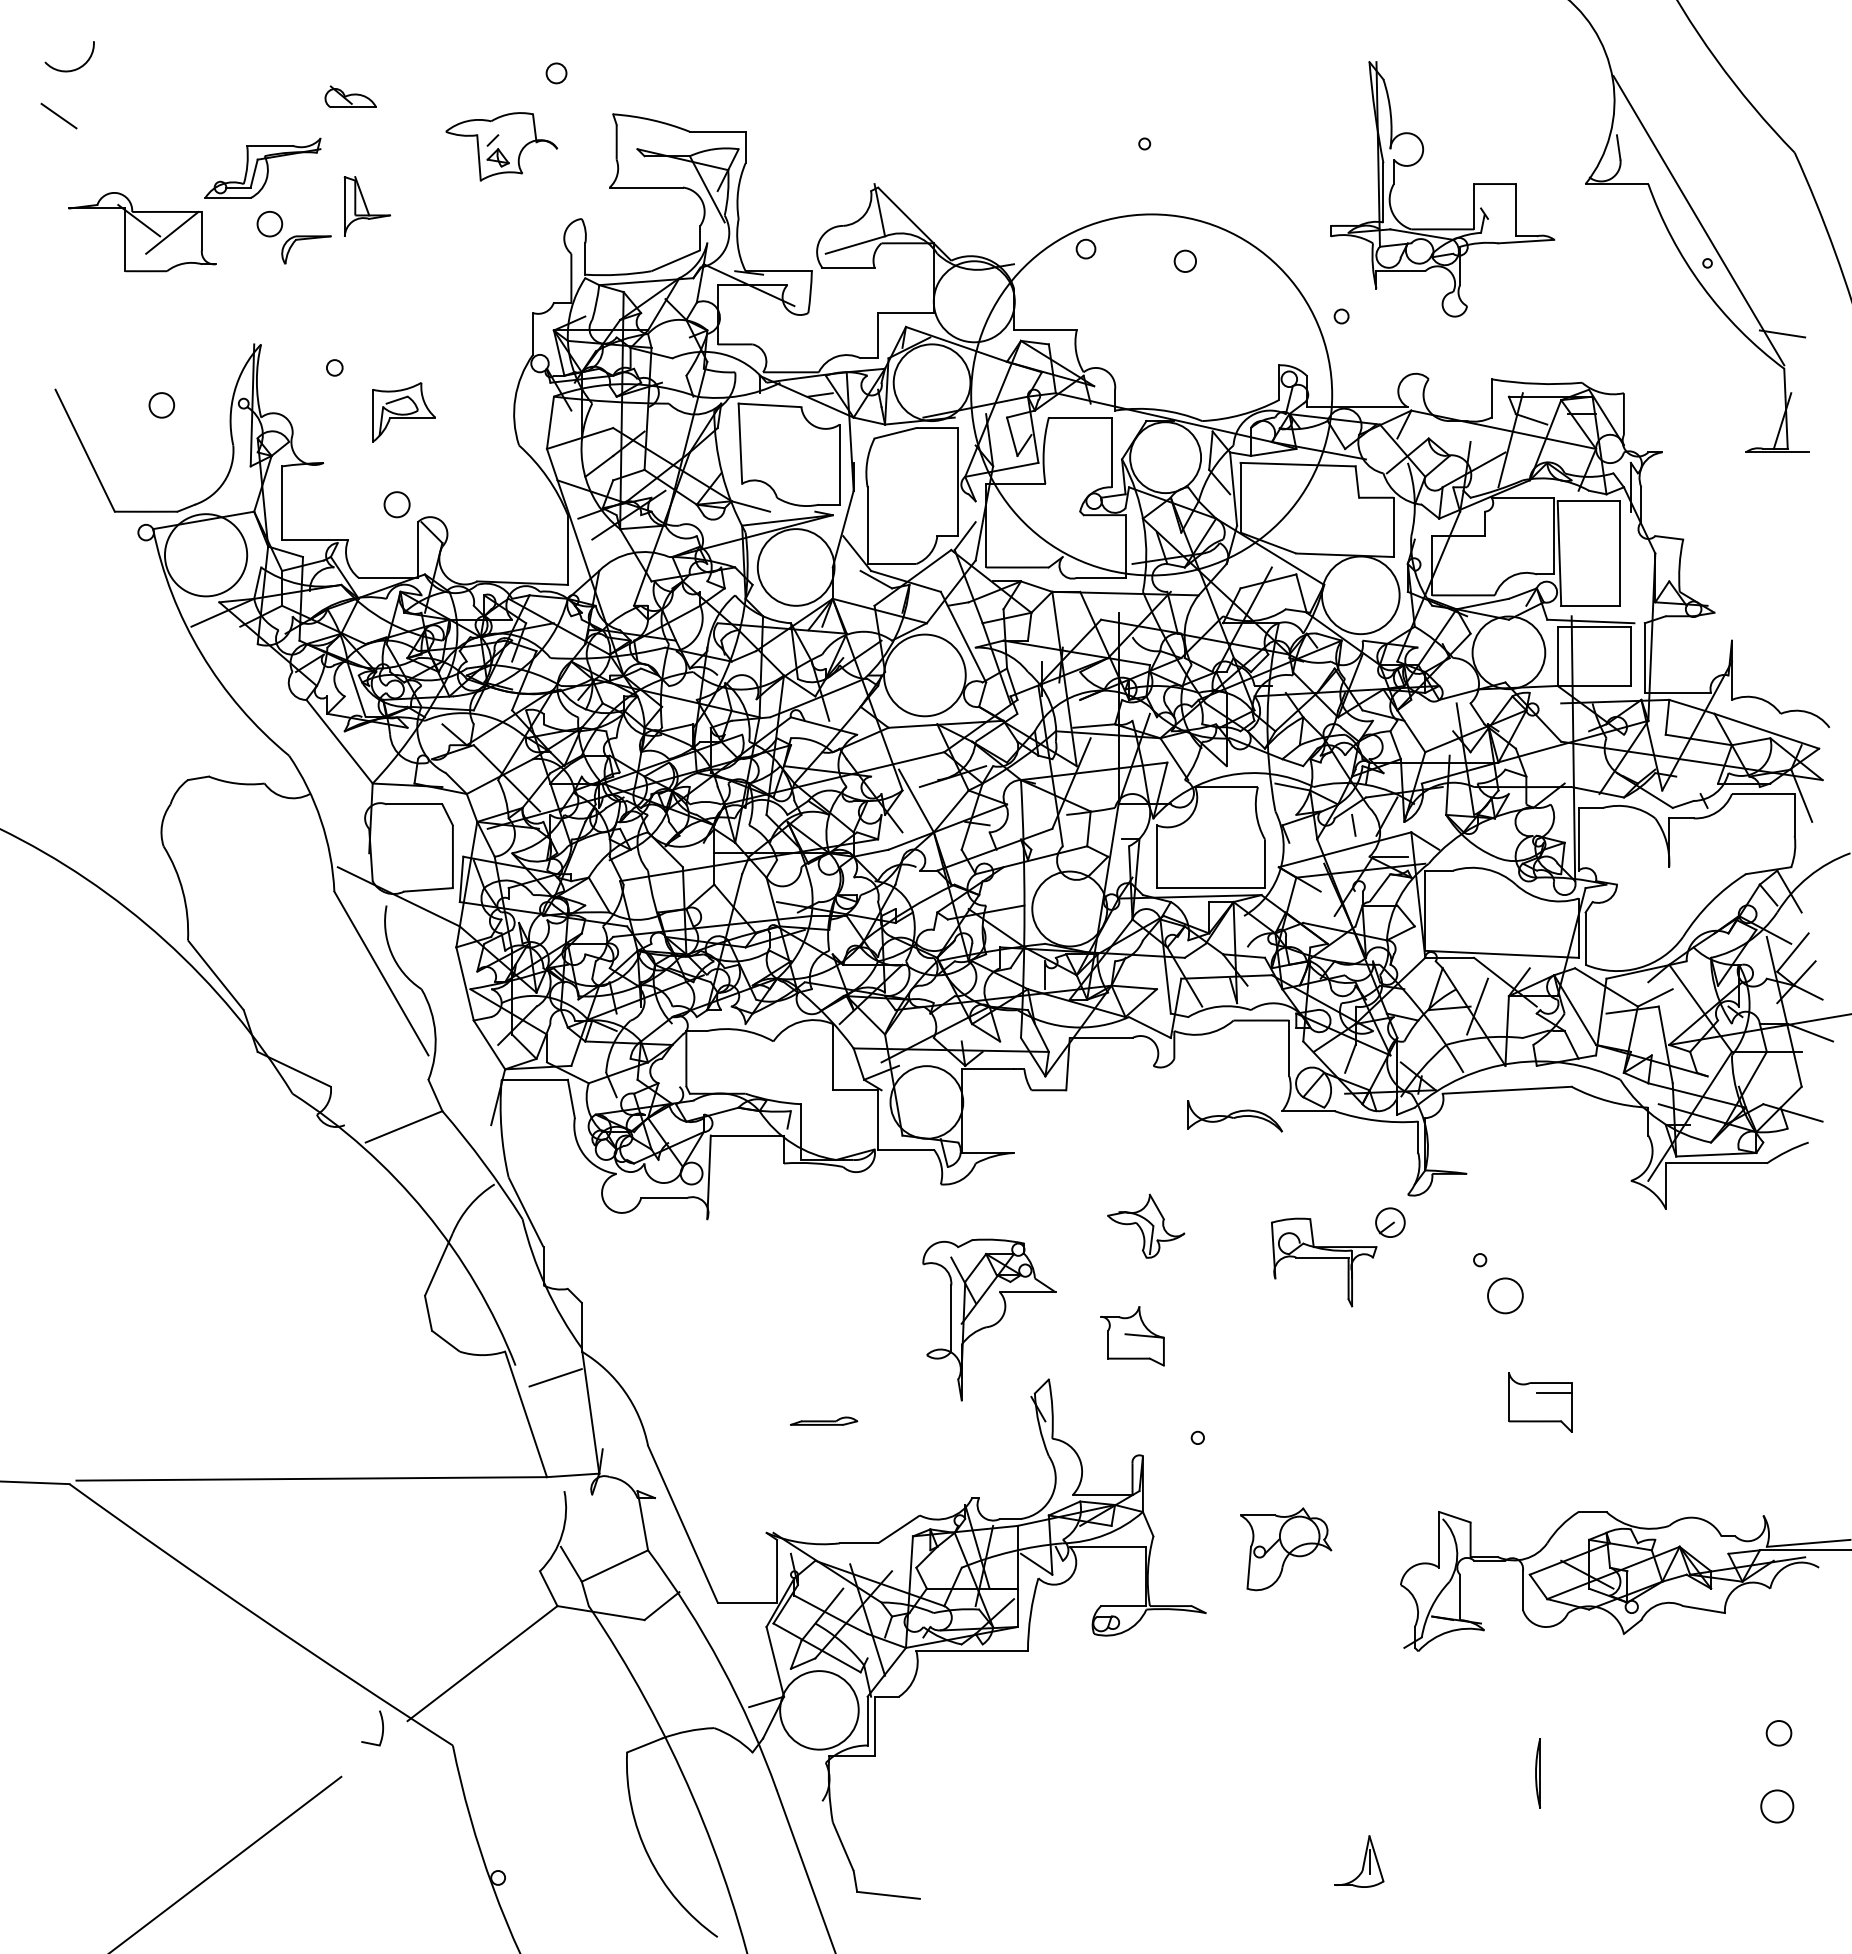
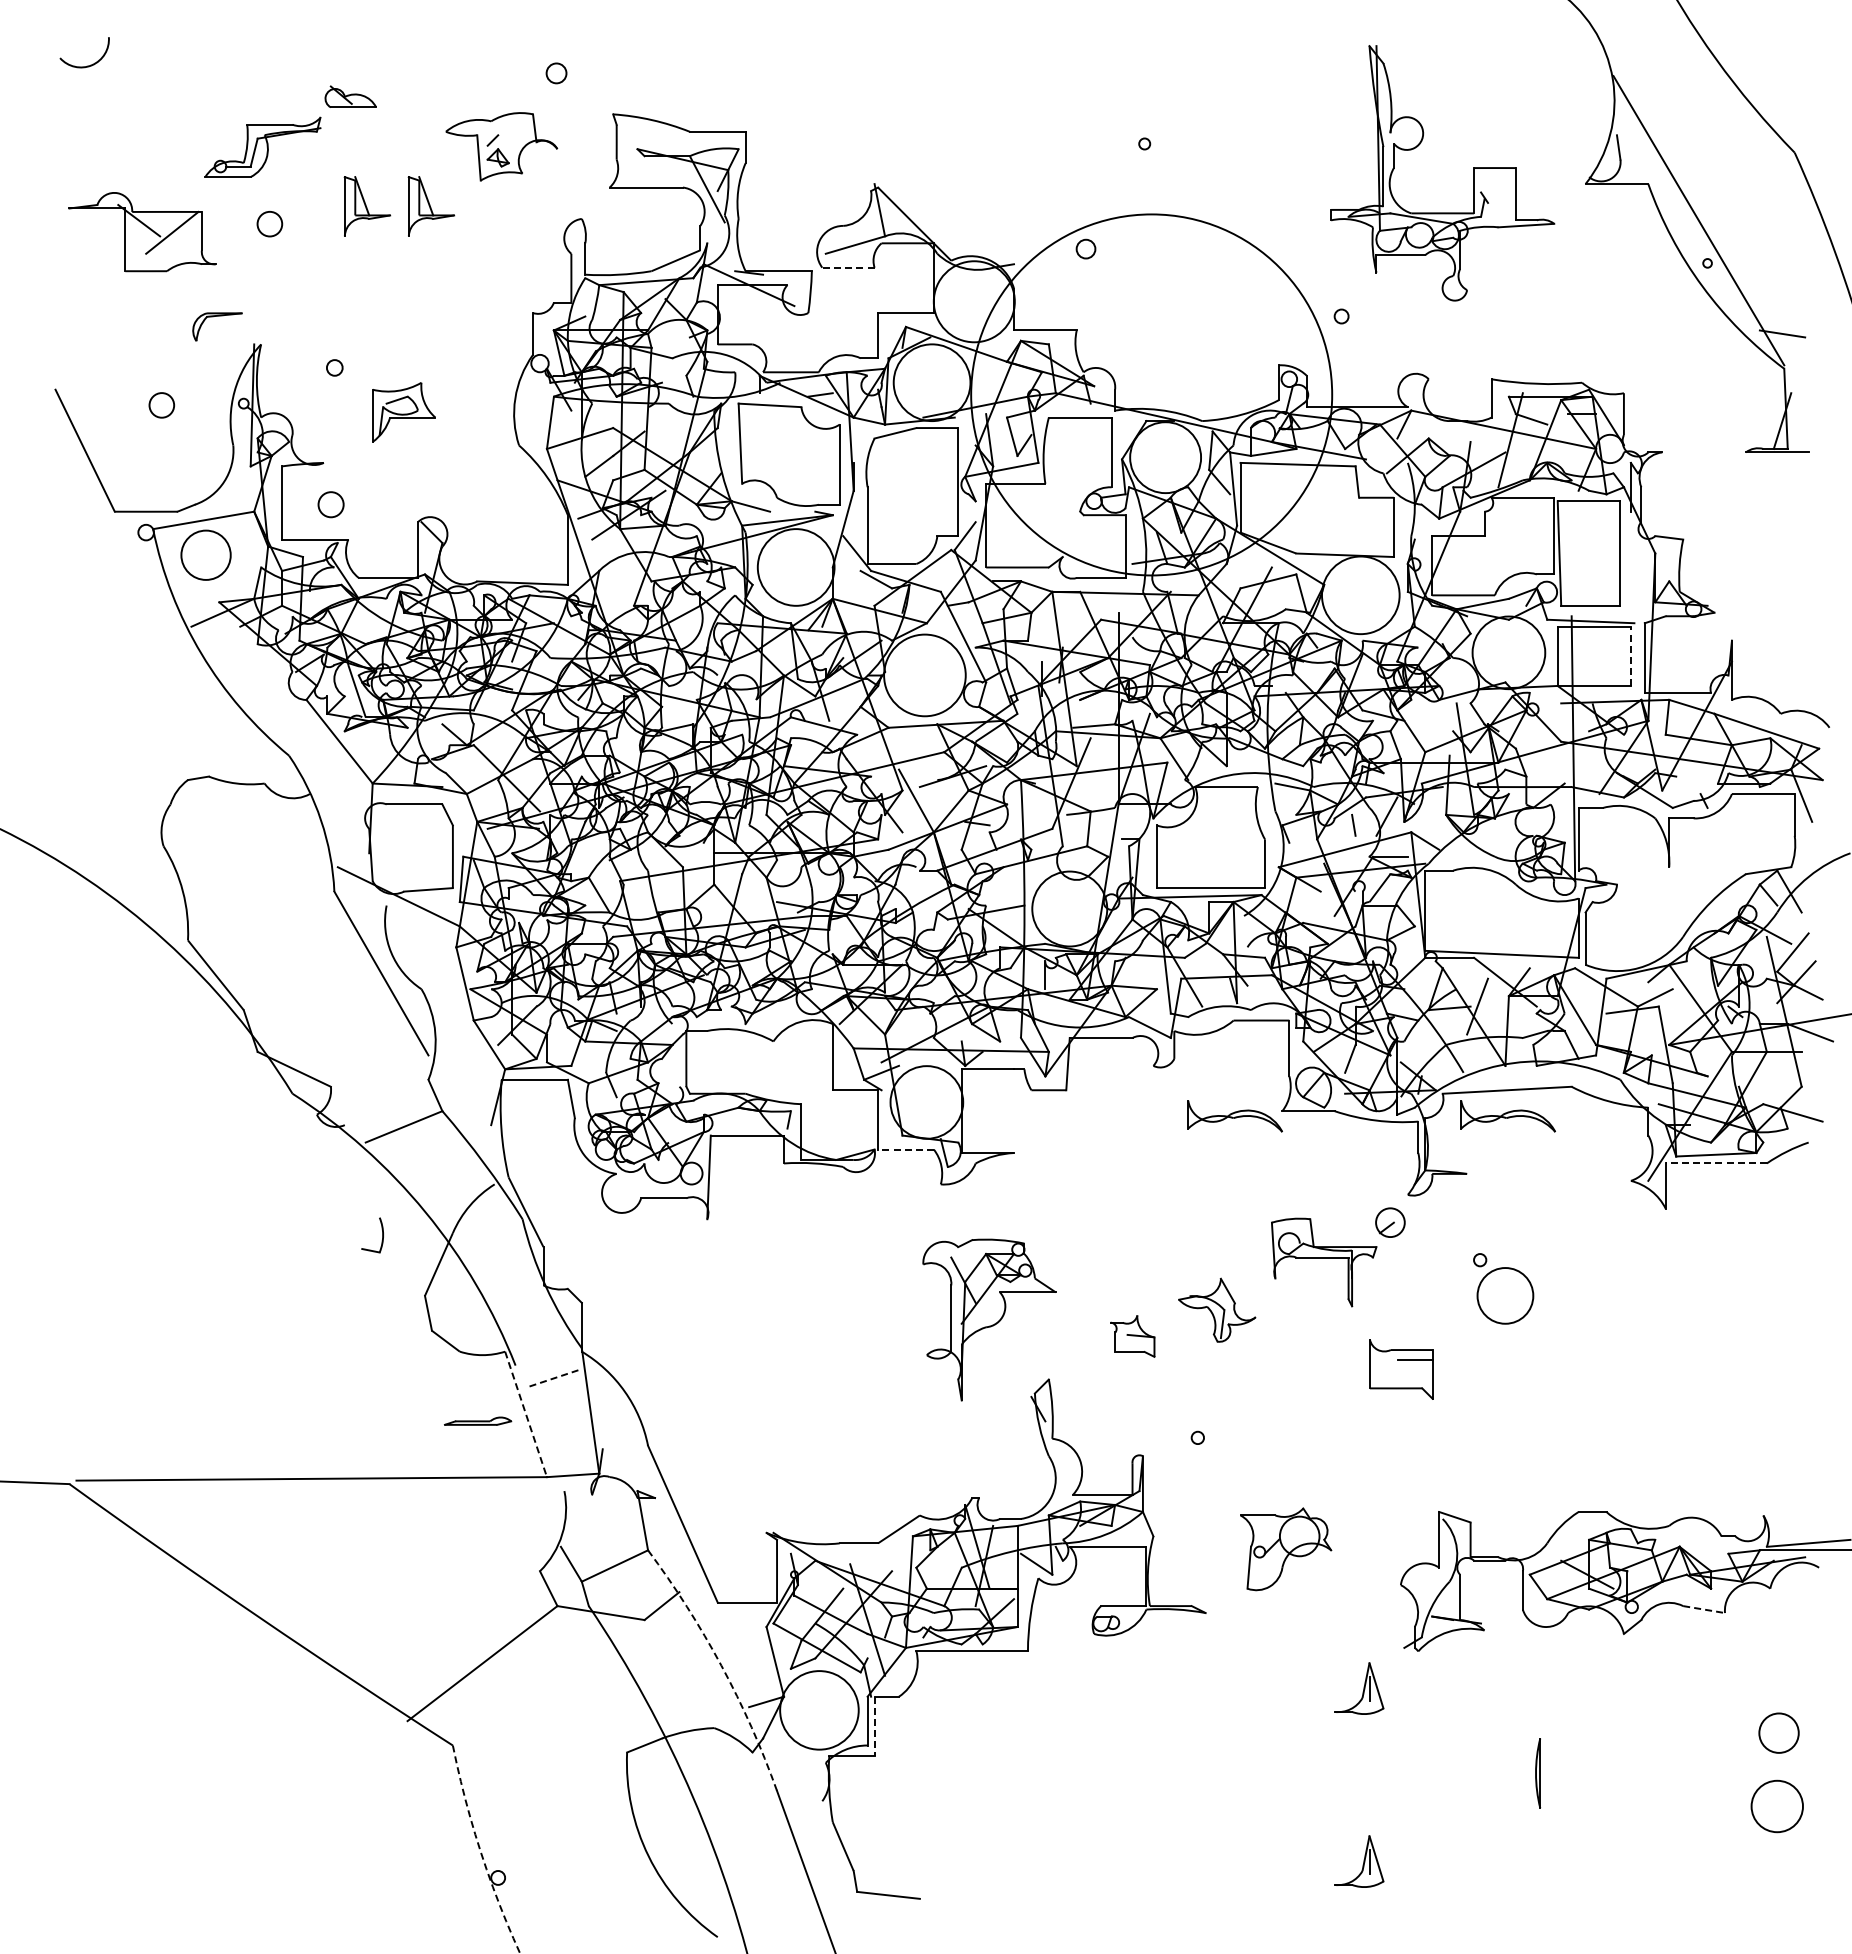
arc at (72, 69) position: (72, 69) -> (87, 65)
line at (58, 115): present -> none
part at (262, 167) position: (262, 167) -> (262, 146)
part at (1473, 189) position: (1473, 189) -> (1473, 173)
part at (431, 206): none -> present
part at (302, 240) position: (302, 240) -> (213, 317)
circle at (1184, 260): present -> none
line at (847, 267): solid -> dashed
circle at (396, 504) position: (396, 504) -> (330, 504)
circle at (205, 555) diameter: 82 px -> 49 px
line at (1630, 656): solid -> dashed
part at (1507, 1116): none -> present
line at (905, 1149): solid -> dashed
line at (1716, 1163): solid -> dashed
part at (1146, 1225) position: (1146, 1225) -> (1217, 1309)
circle at (1505, 1295) diameter: 35 px -> 56 px
part at (1132, 1336) size: 65x61 px -> 46x43 px
line at (555, 1377): solid -> dashed
part at (1540, 1402) position: (1540, 1402) -> (1401, 1369)
line at (526, 1414): solid -> dashed
part at (824, 1420) position: (824, 1420) -> (478, 1420)
line at (1704, 1609): solid -> dashed
arc at (721, 1665): solid -> dashed
part at (1359, 1688): none -> present
line at (874, 1726): solid -> dashed
part at (382, 1728) position: (382, 1728) -> (382, 1235)
circle at (1778, 1733) size: 28x27 px -> 42x42 px
circle at (1777, 1806) diameter: 32 px -> 51 px
arc at (480, 1852): solid -> dashed
line at (226, 1863): present -> none
